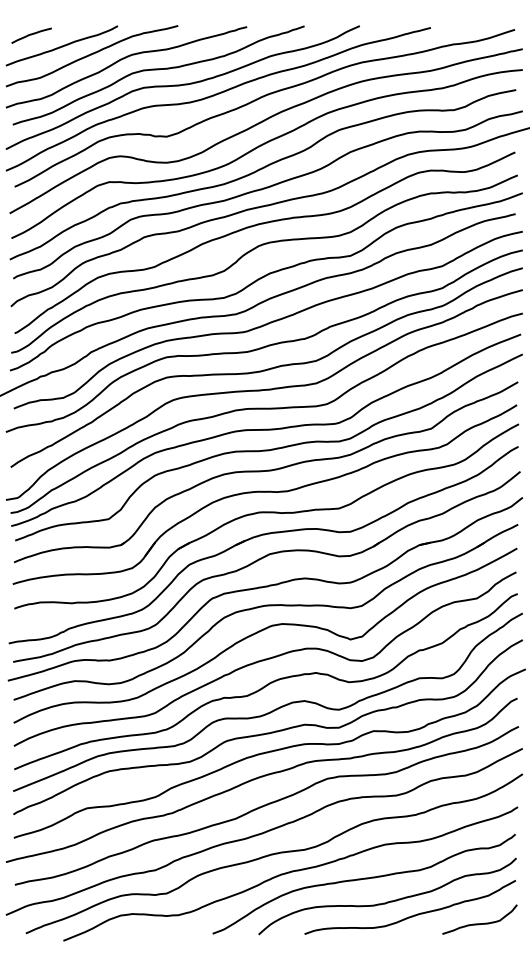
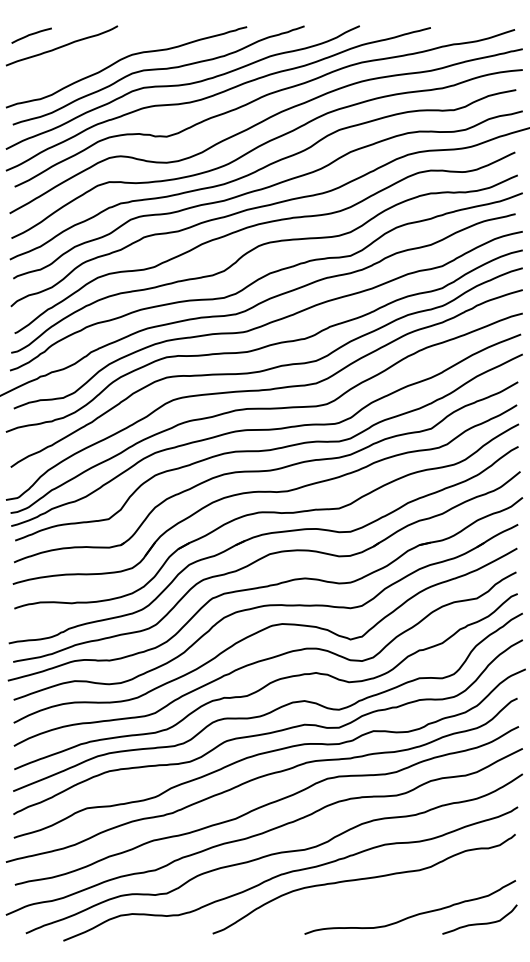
curve at (91, 55): present -> none
curve at (390, 900): present -> none
